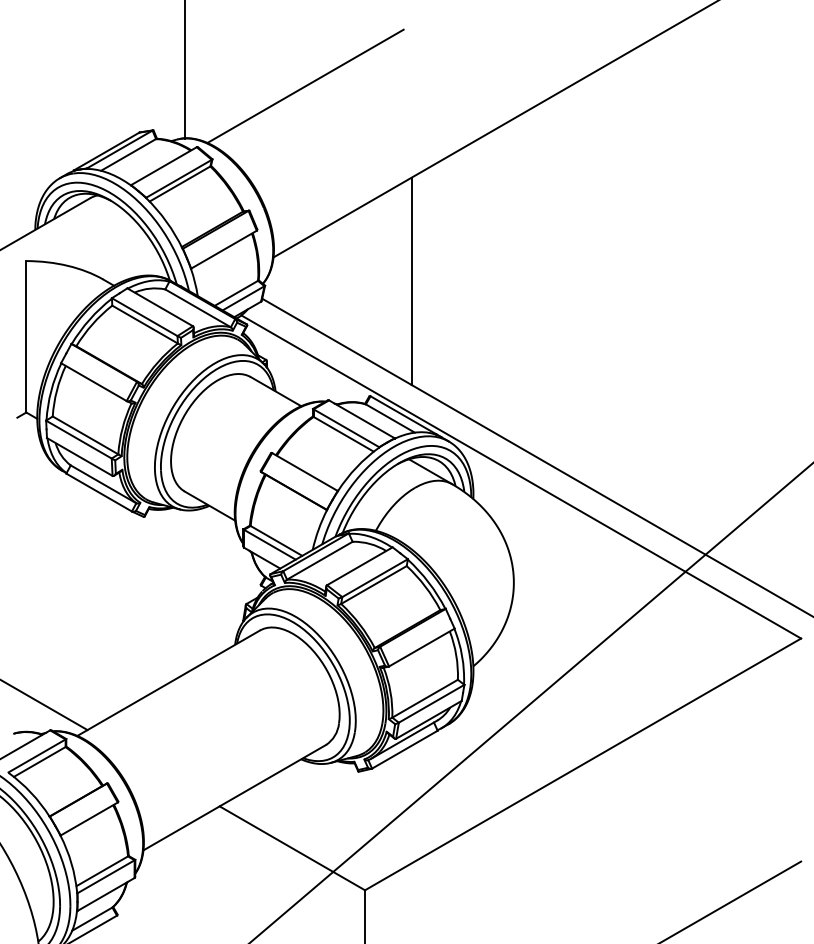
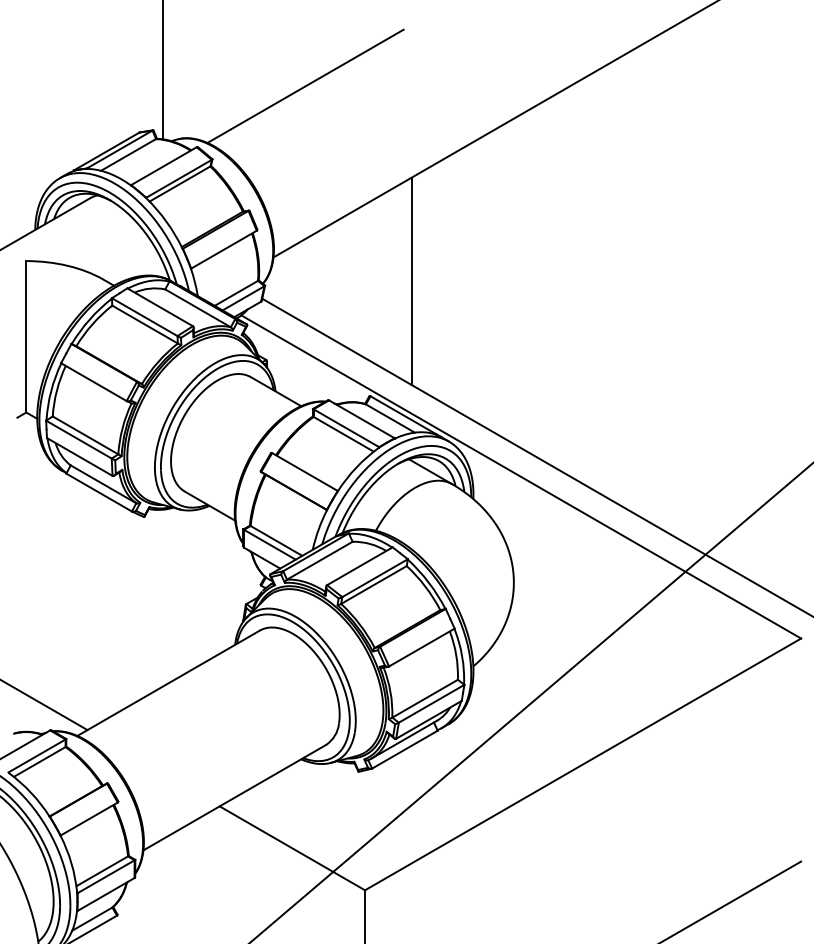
line at (184, 70) position: (184, 70) -> (162, 70)
